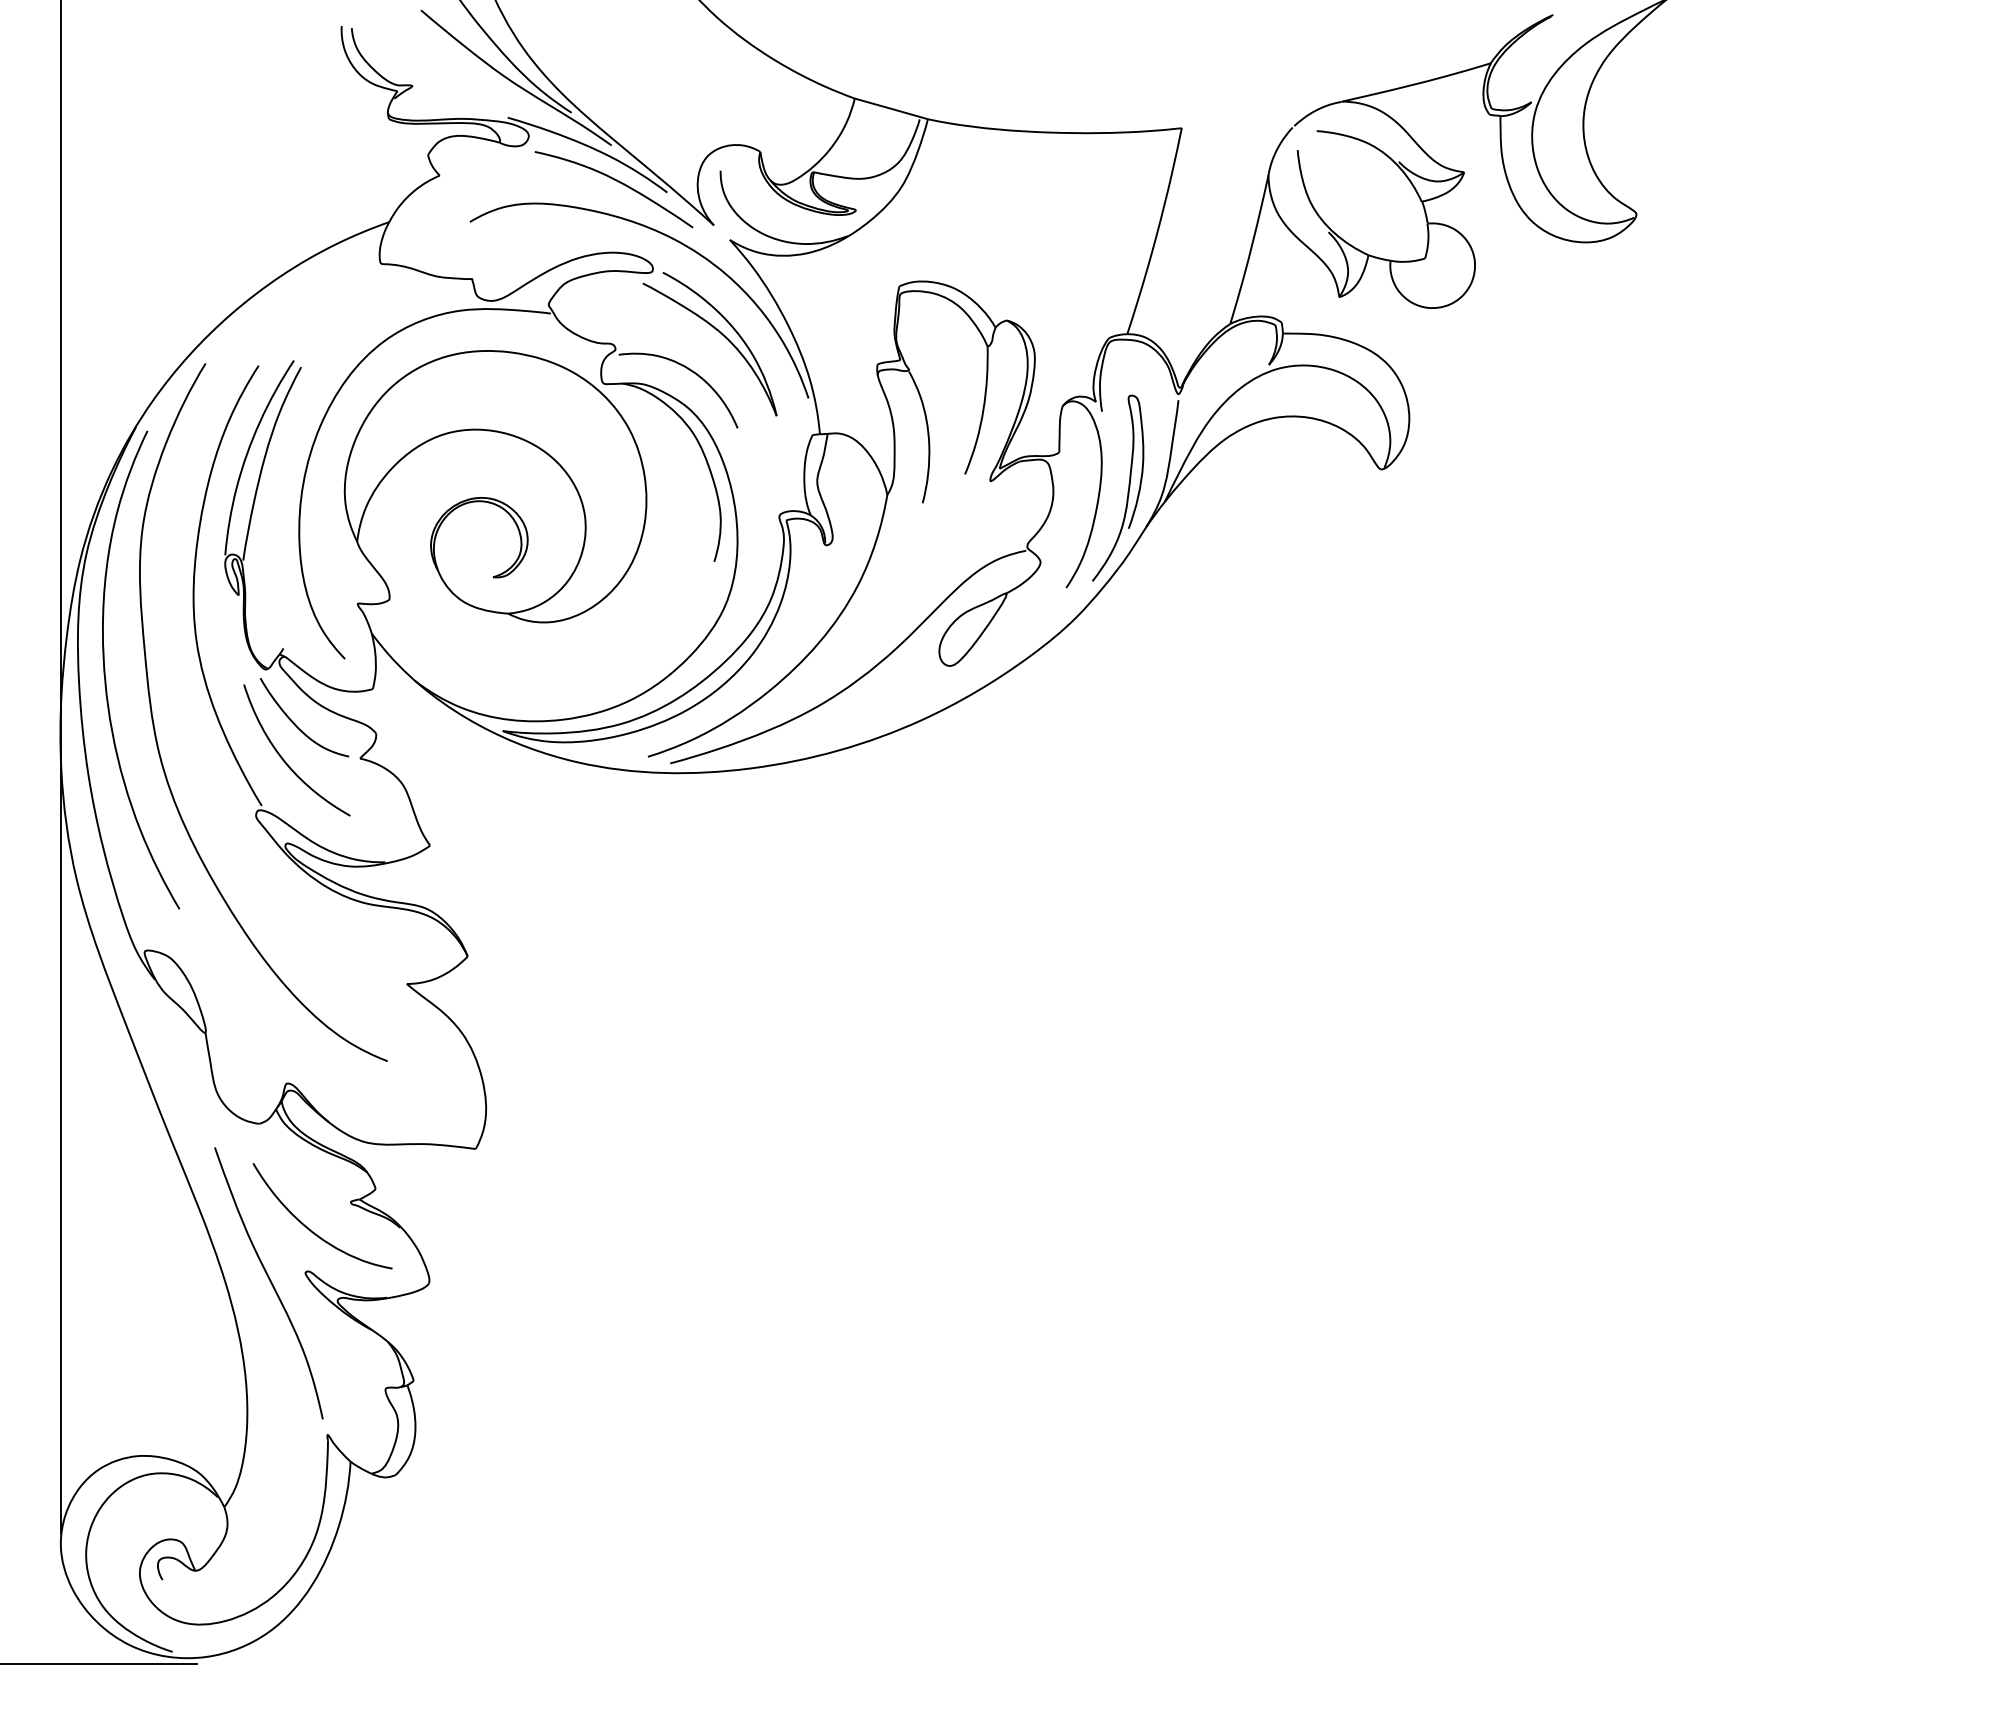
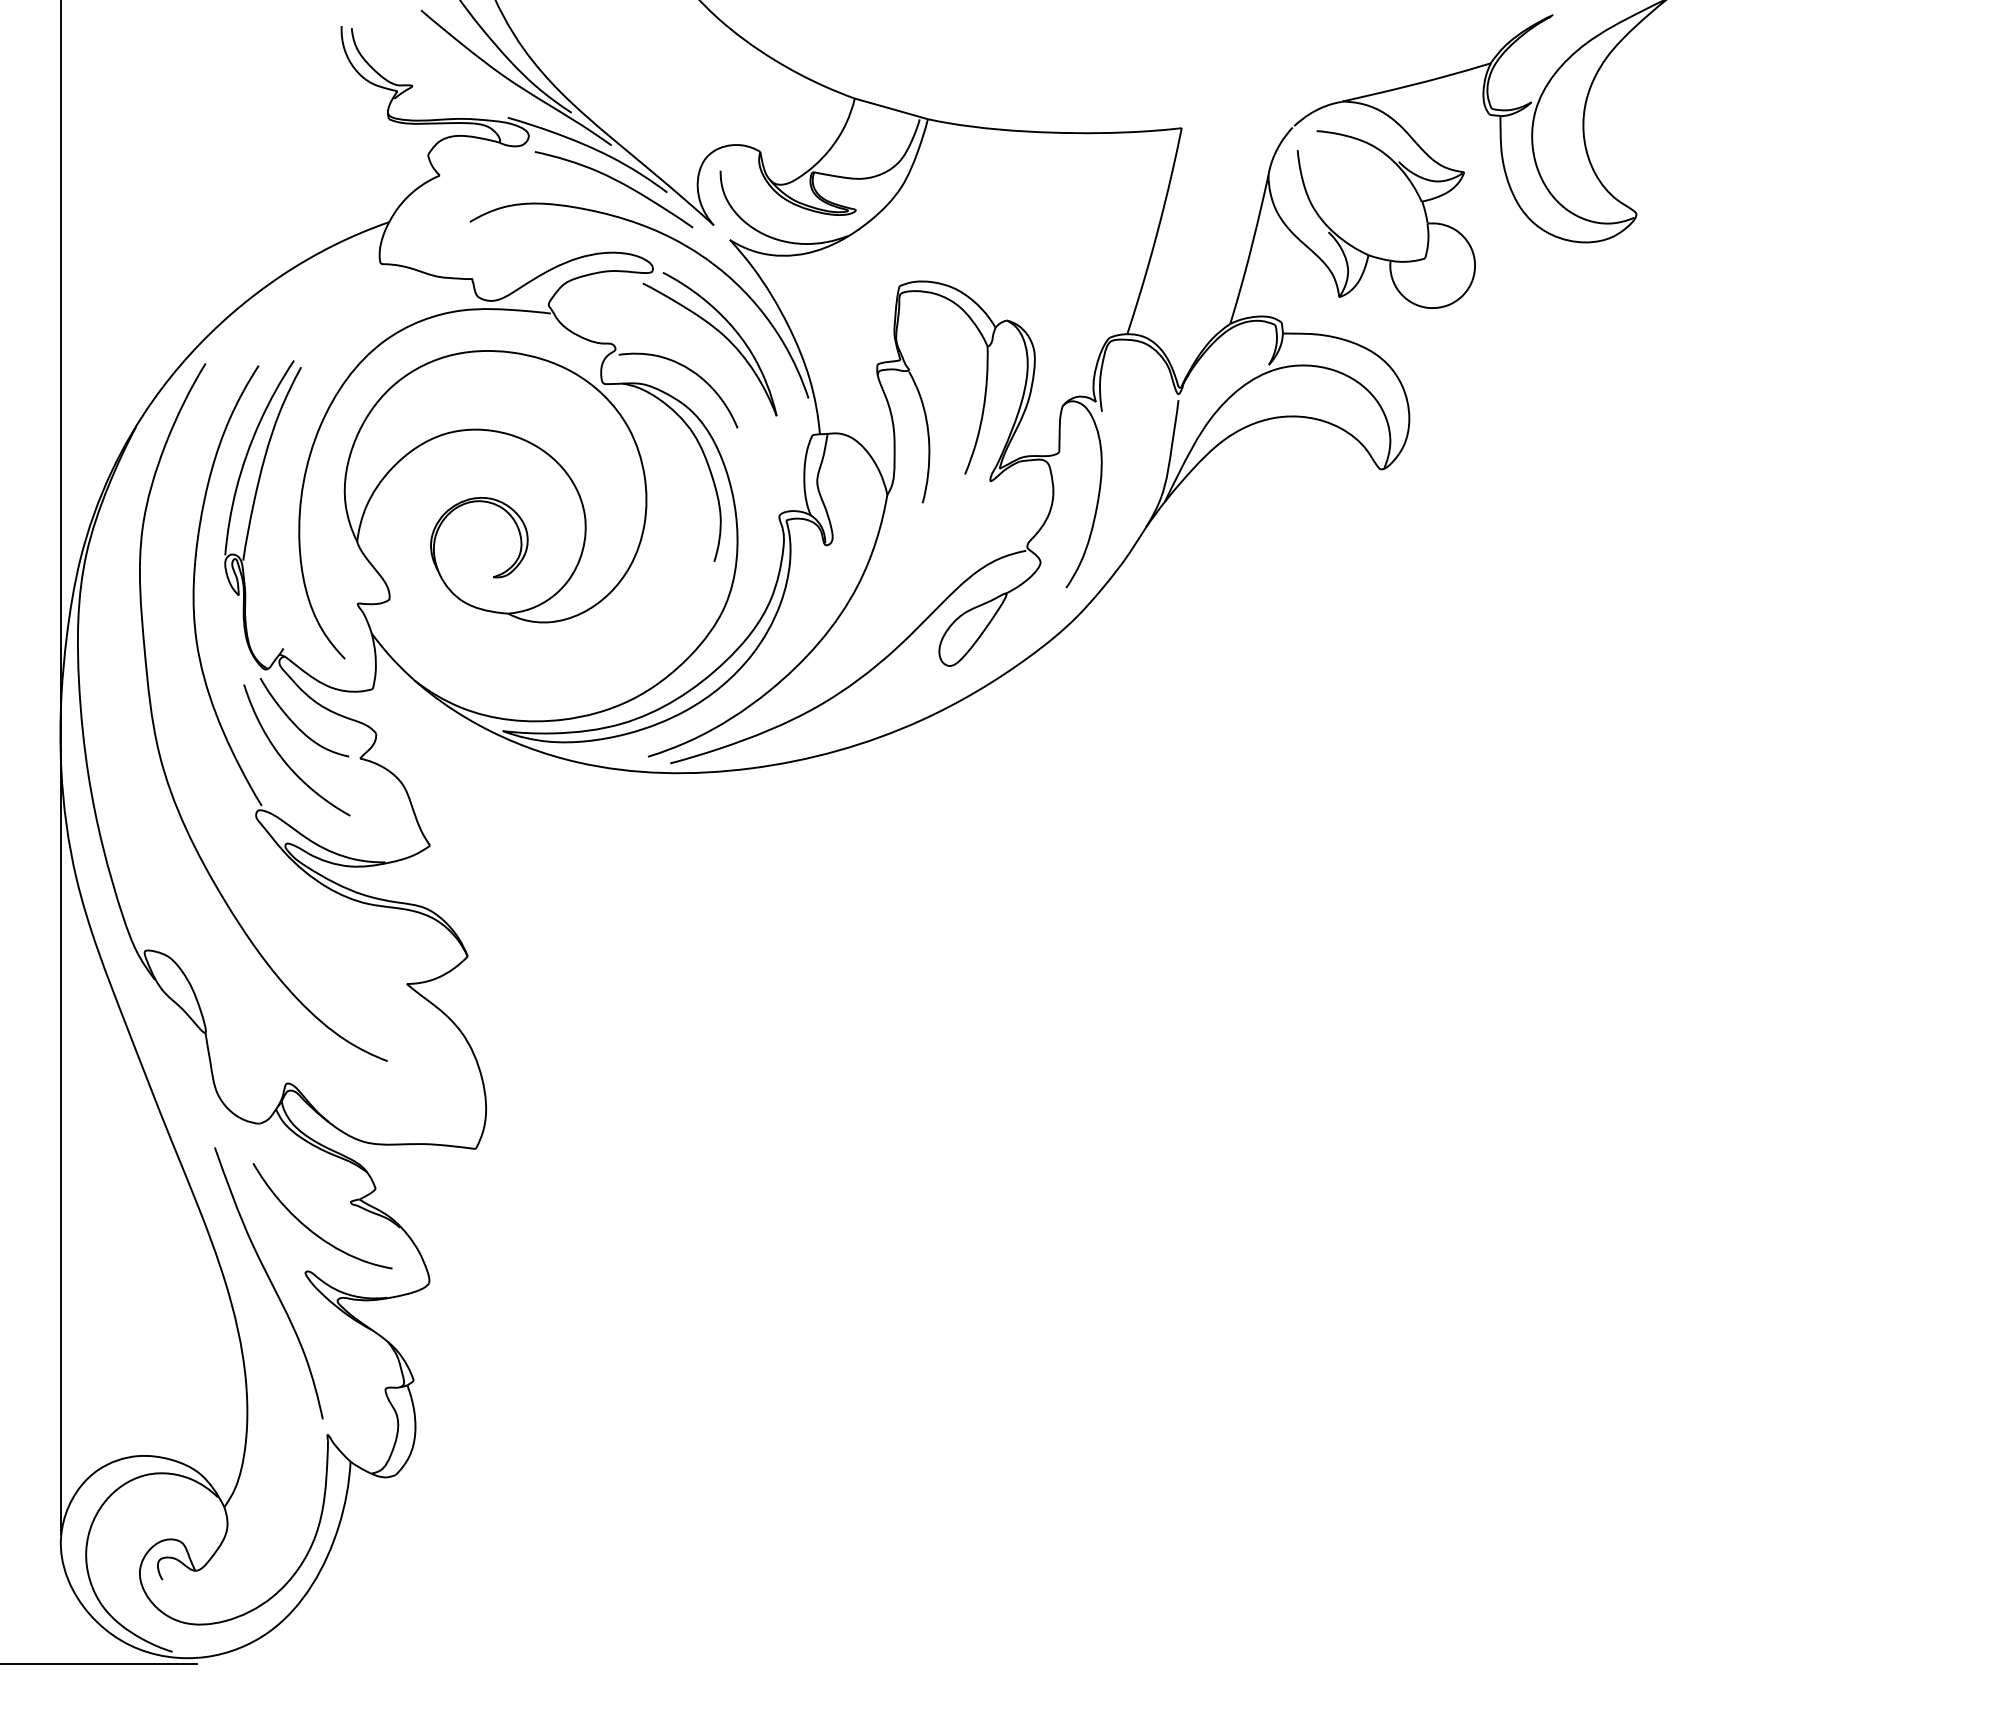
curve at (1127, 491): present -> none
curve at (105, 669): present -> none
